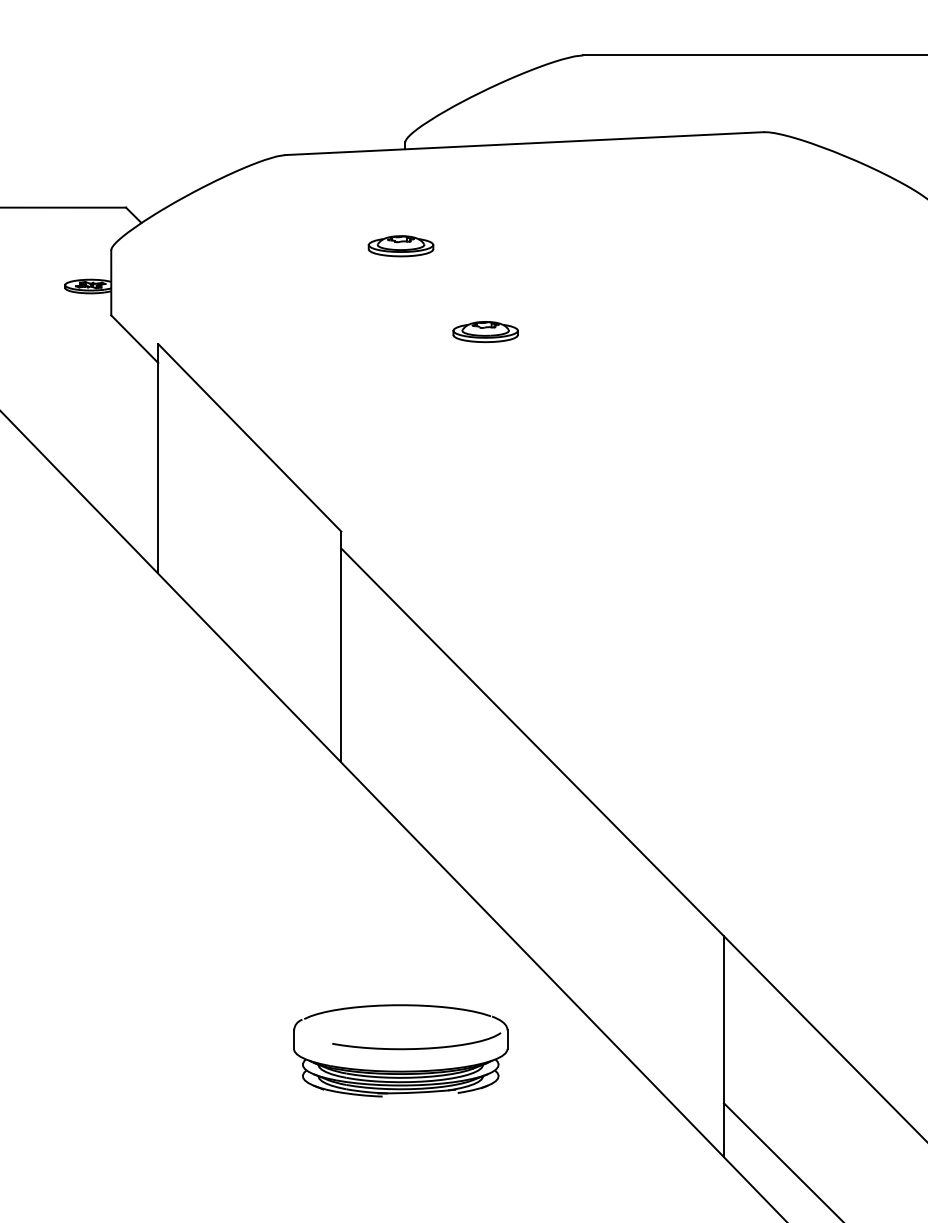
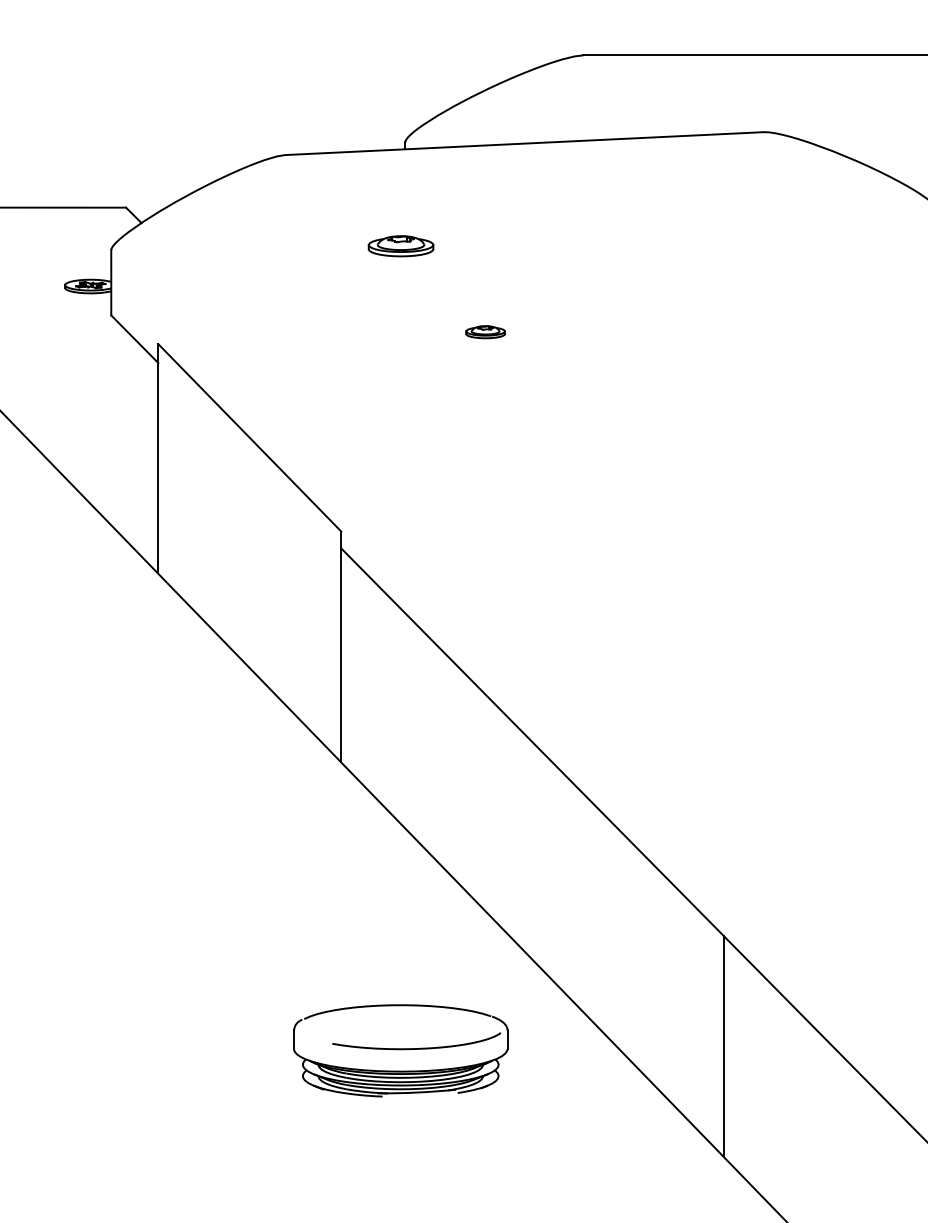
part at (485, 332) size: 67x23 px -> 41x15 px
line at (781, 1161): present -> none
